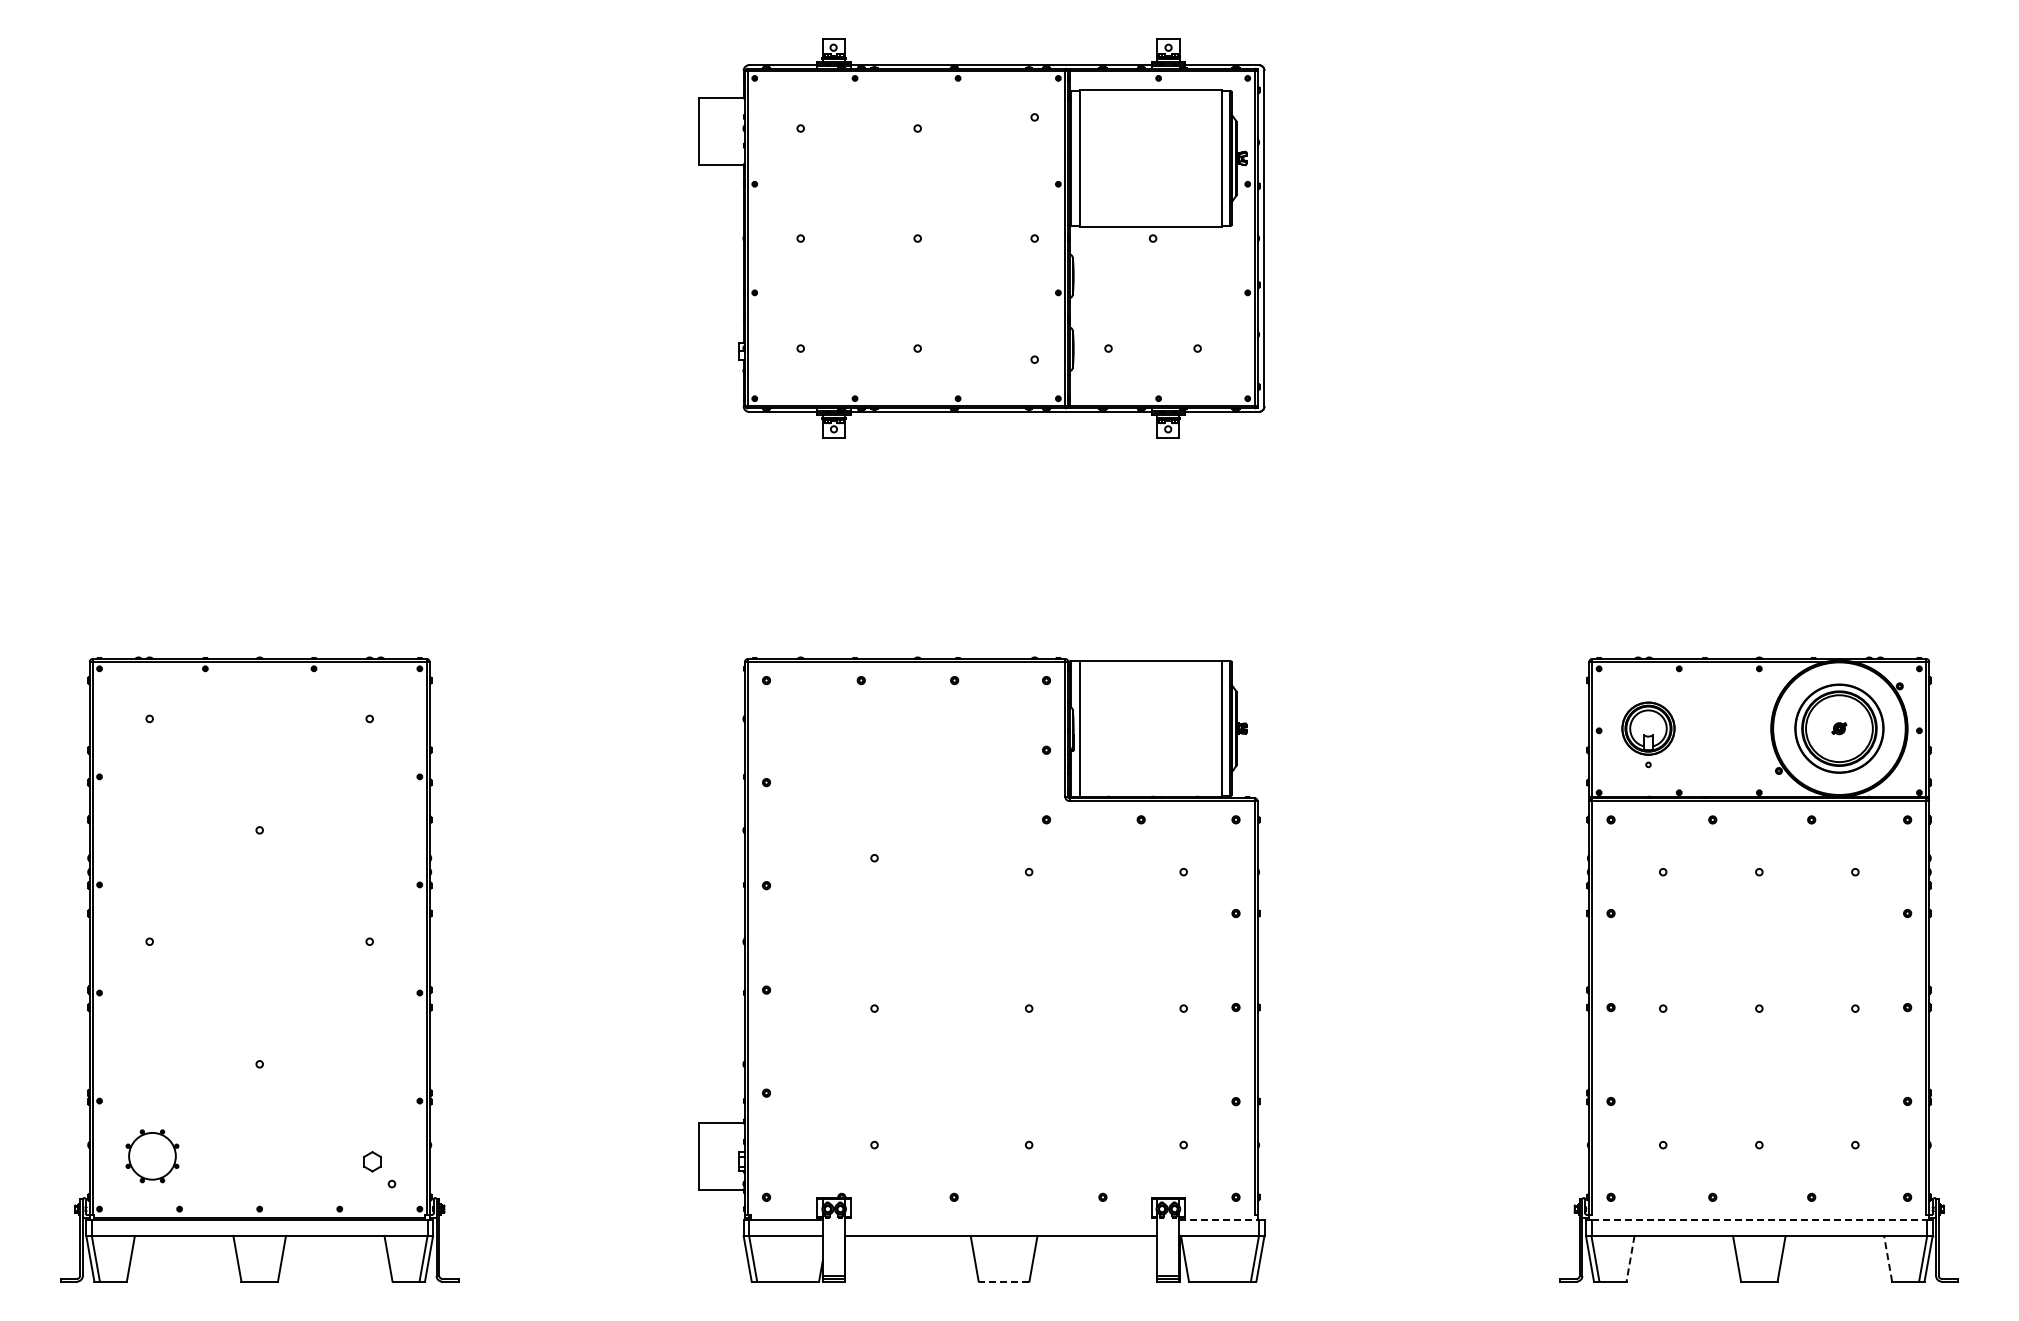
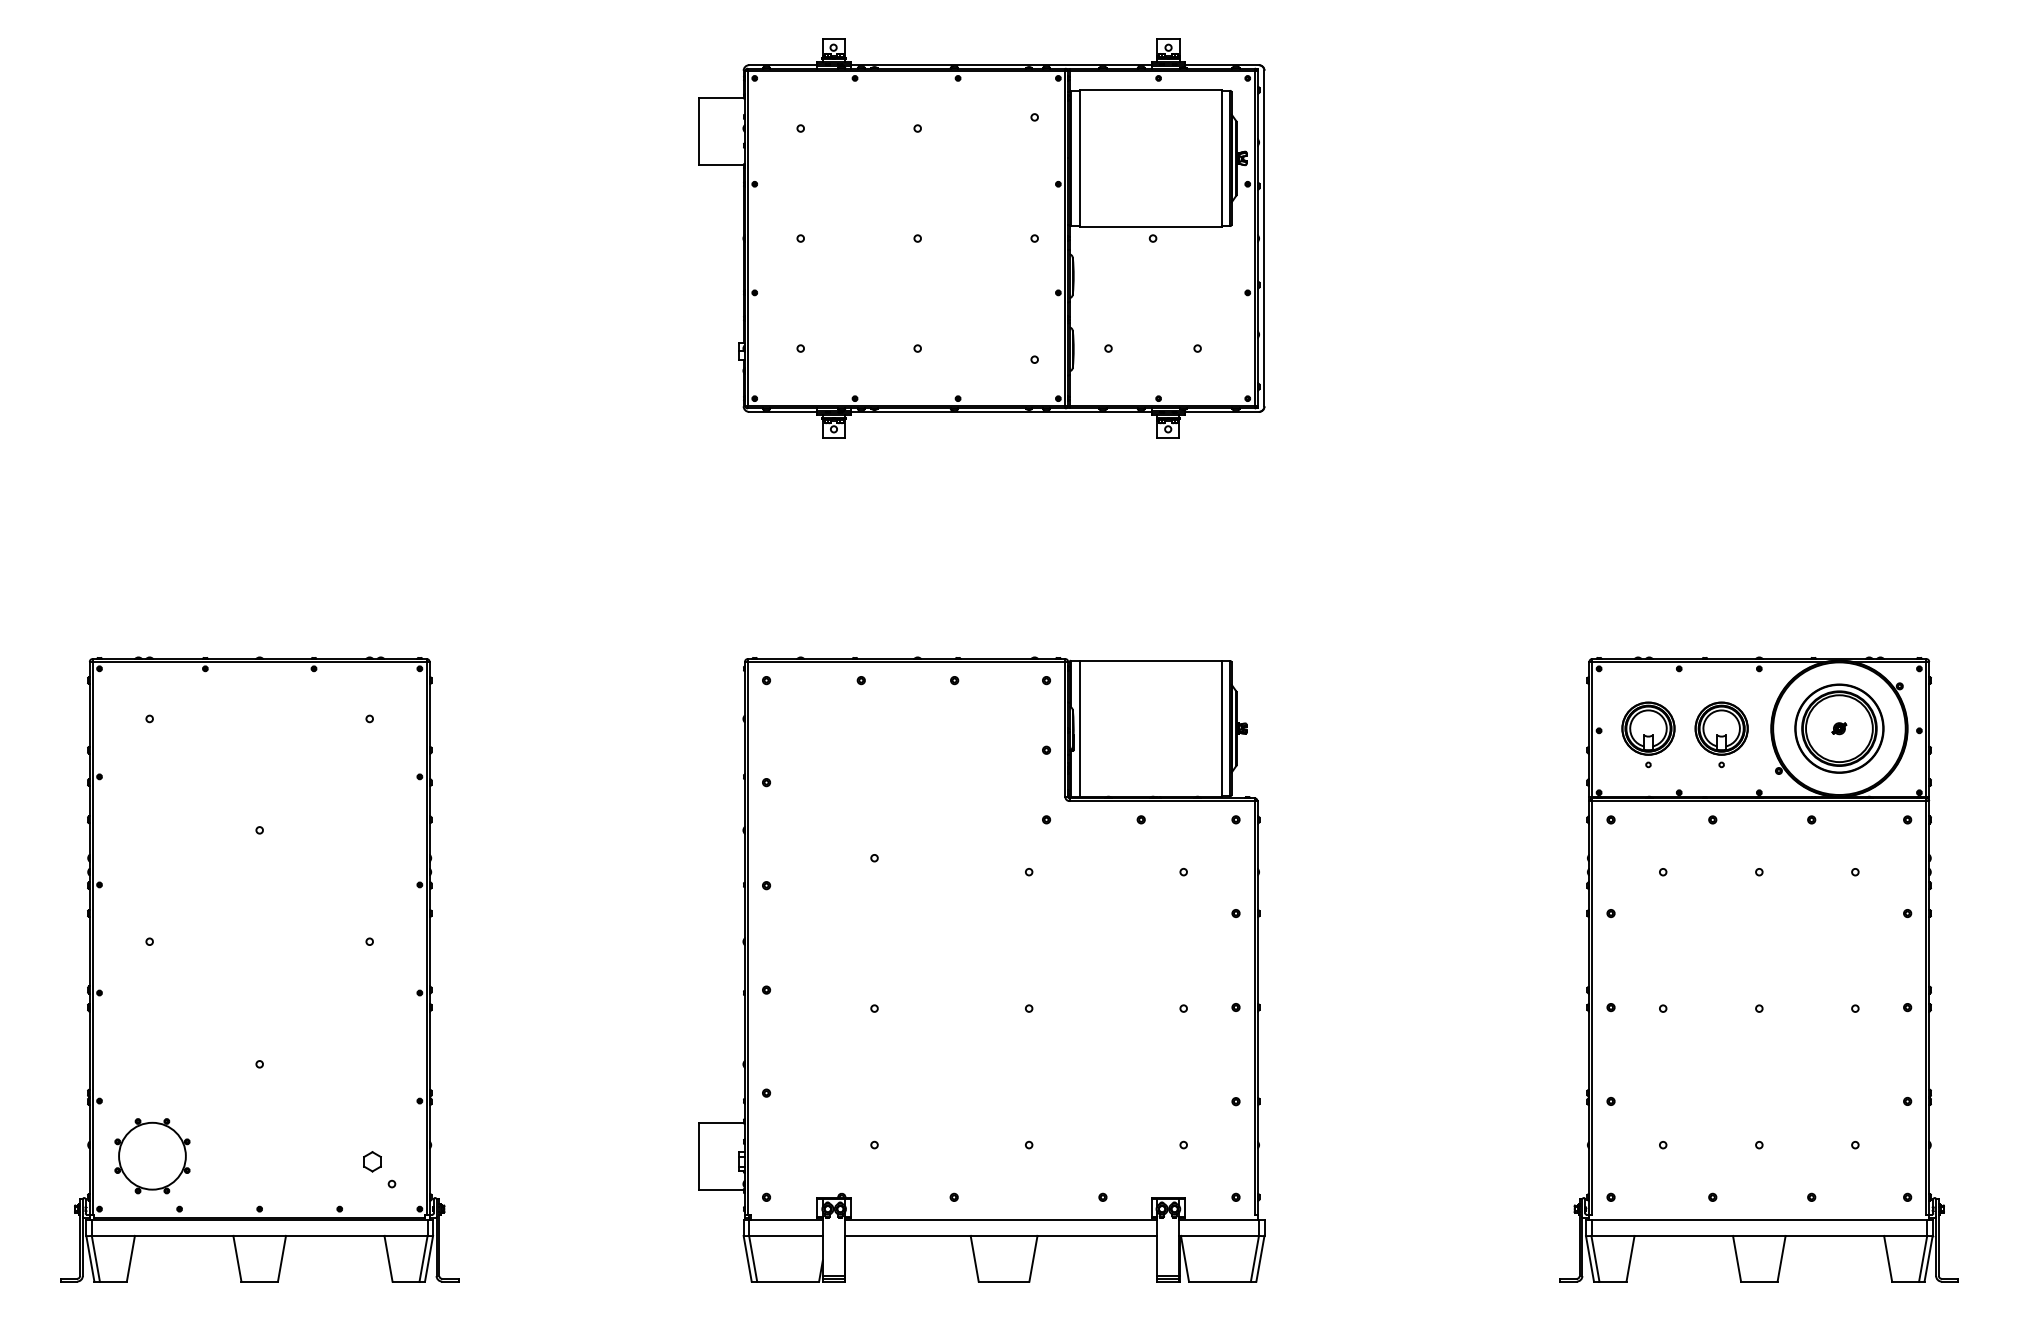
part at (1721, 734): none -> present
part at (152, 1156) size: 55x55 px -> 77x77 px
line at (1001, 1220): none -> present
line at (1219, 1220): dashed -> solid
line at (1759, 1220): dashed -> solid
line at (1888, 1258): dashed -> solid
line at (1630, 1259): dashed -> solid
line at (1003, 1281): dashed -> solid
